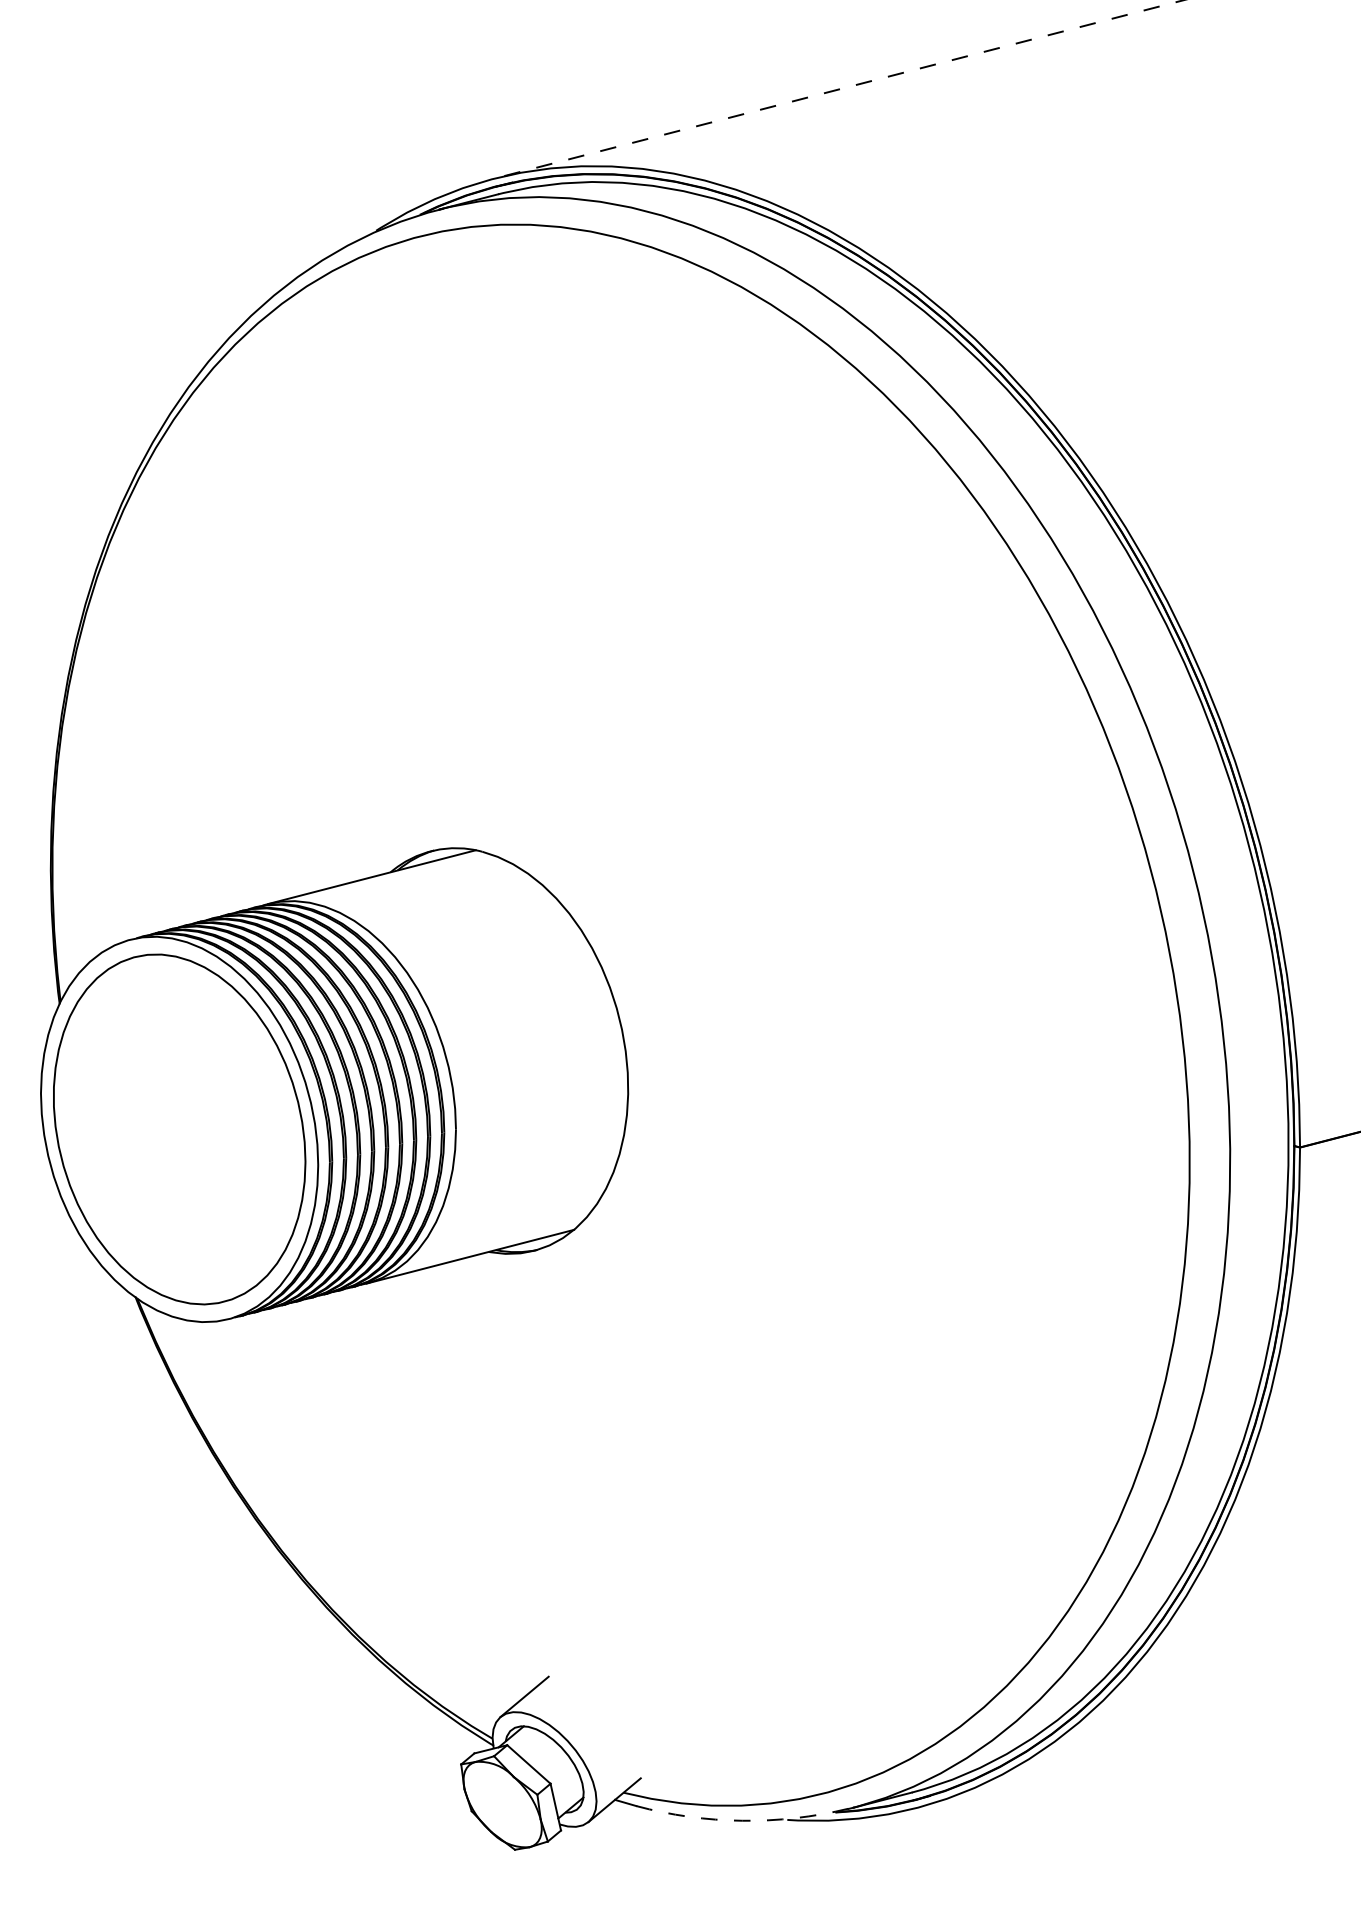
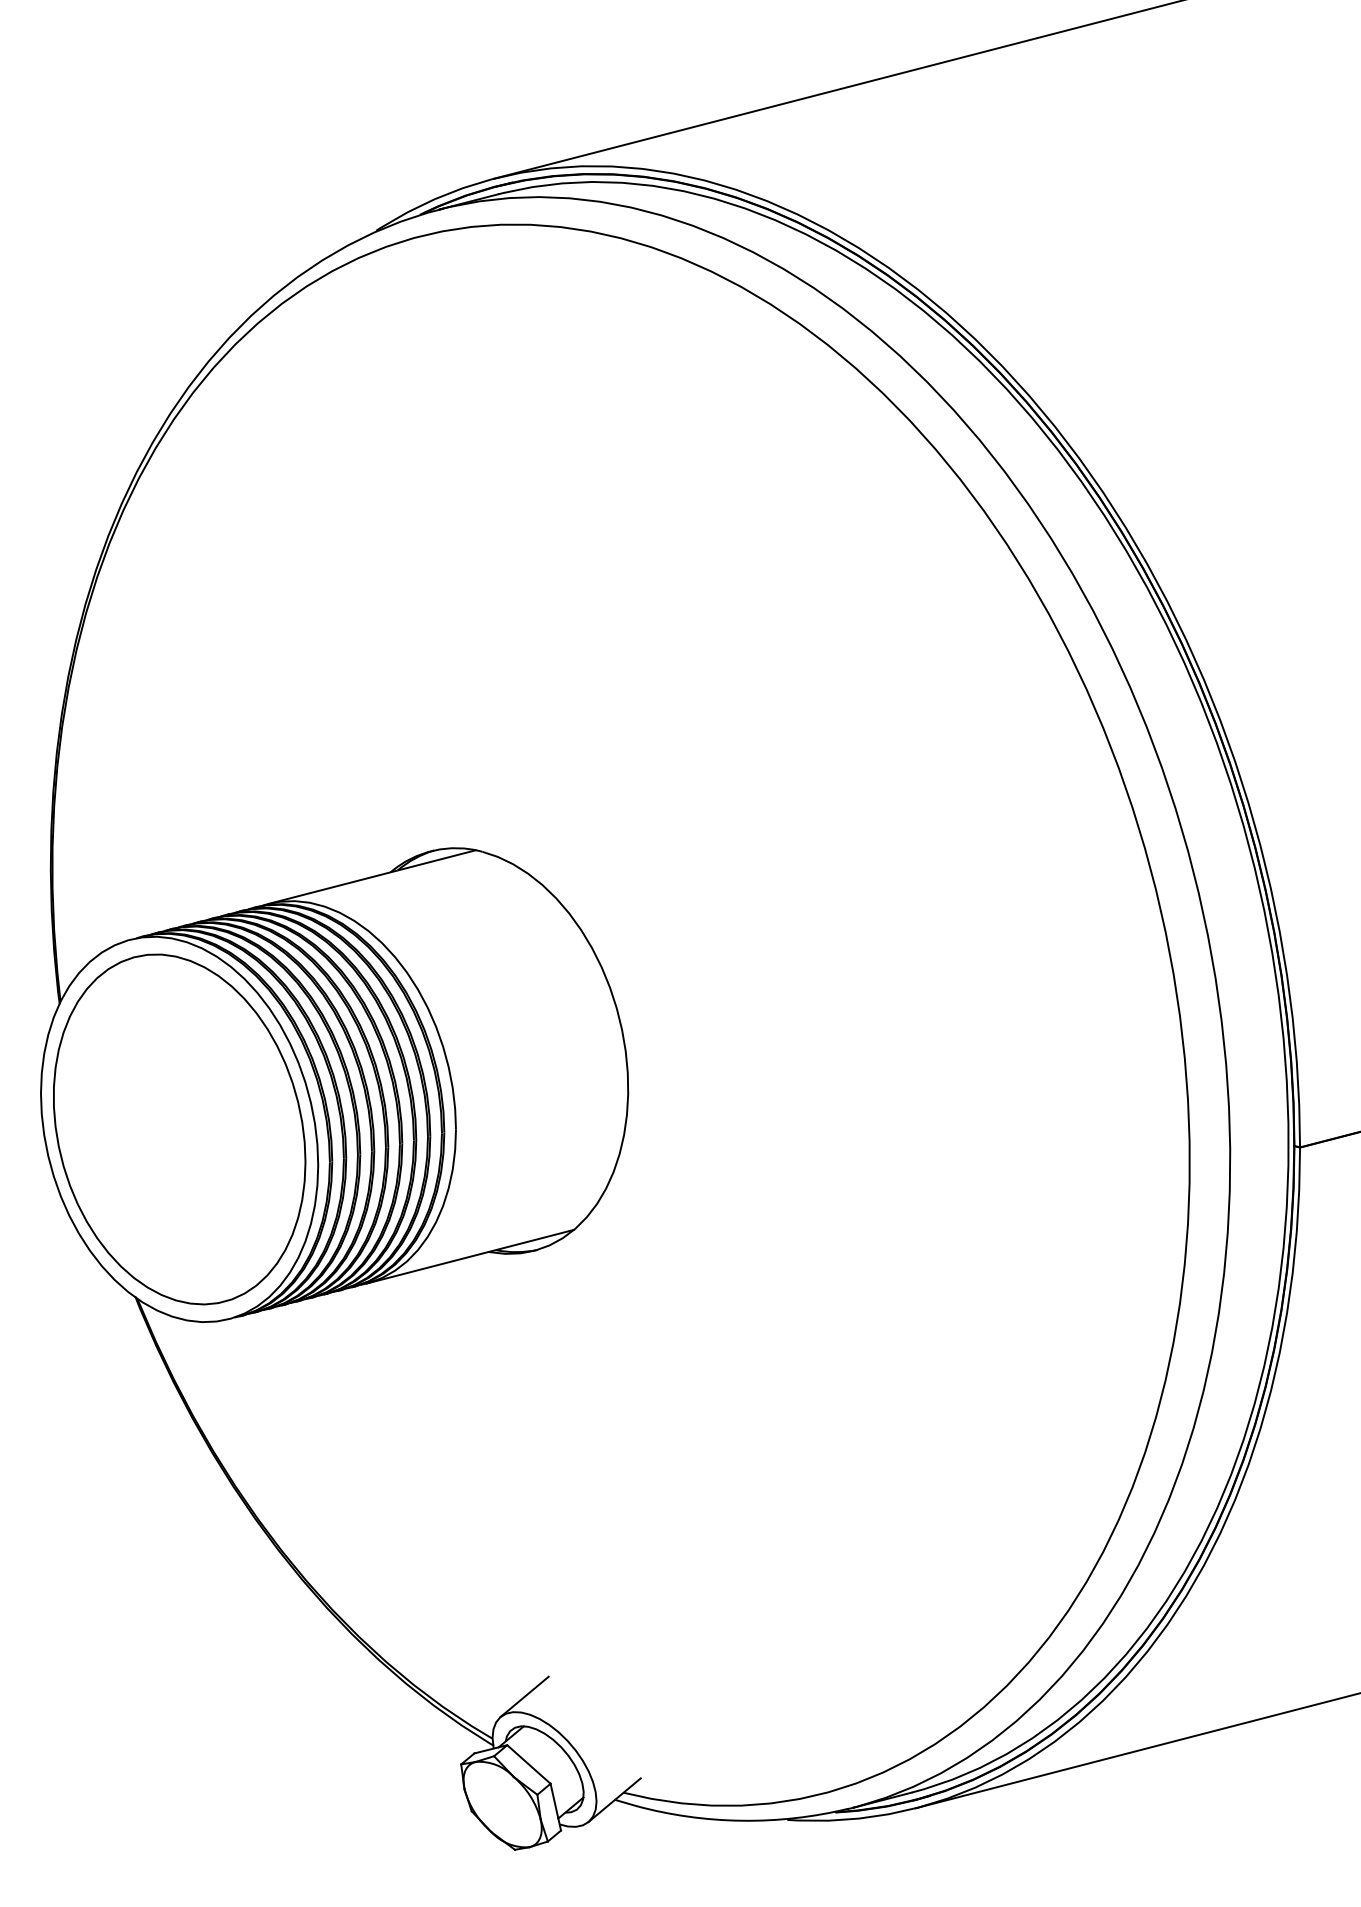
line at (838, 89): dashed -> solid
line at (1136, 1750): none -> present
arc at (742, 1820): dashed -> solid
